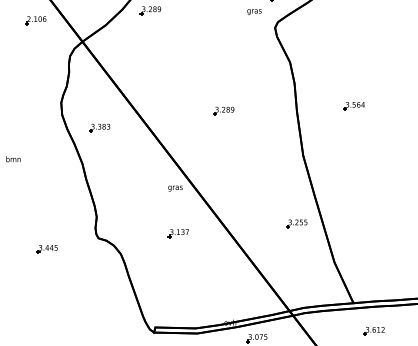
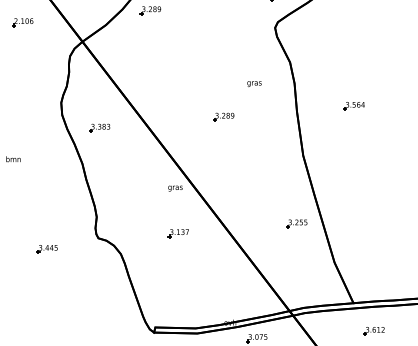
text at (254, 12) position: (254, 12) -> (254, 84)
part at (35, 20) position: (35, 20) -> (22, 22)
part at (223, 110) position: (223, 110) -> (223, 116)
